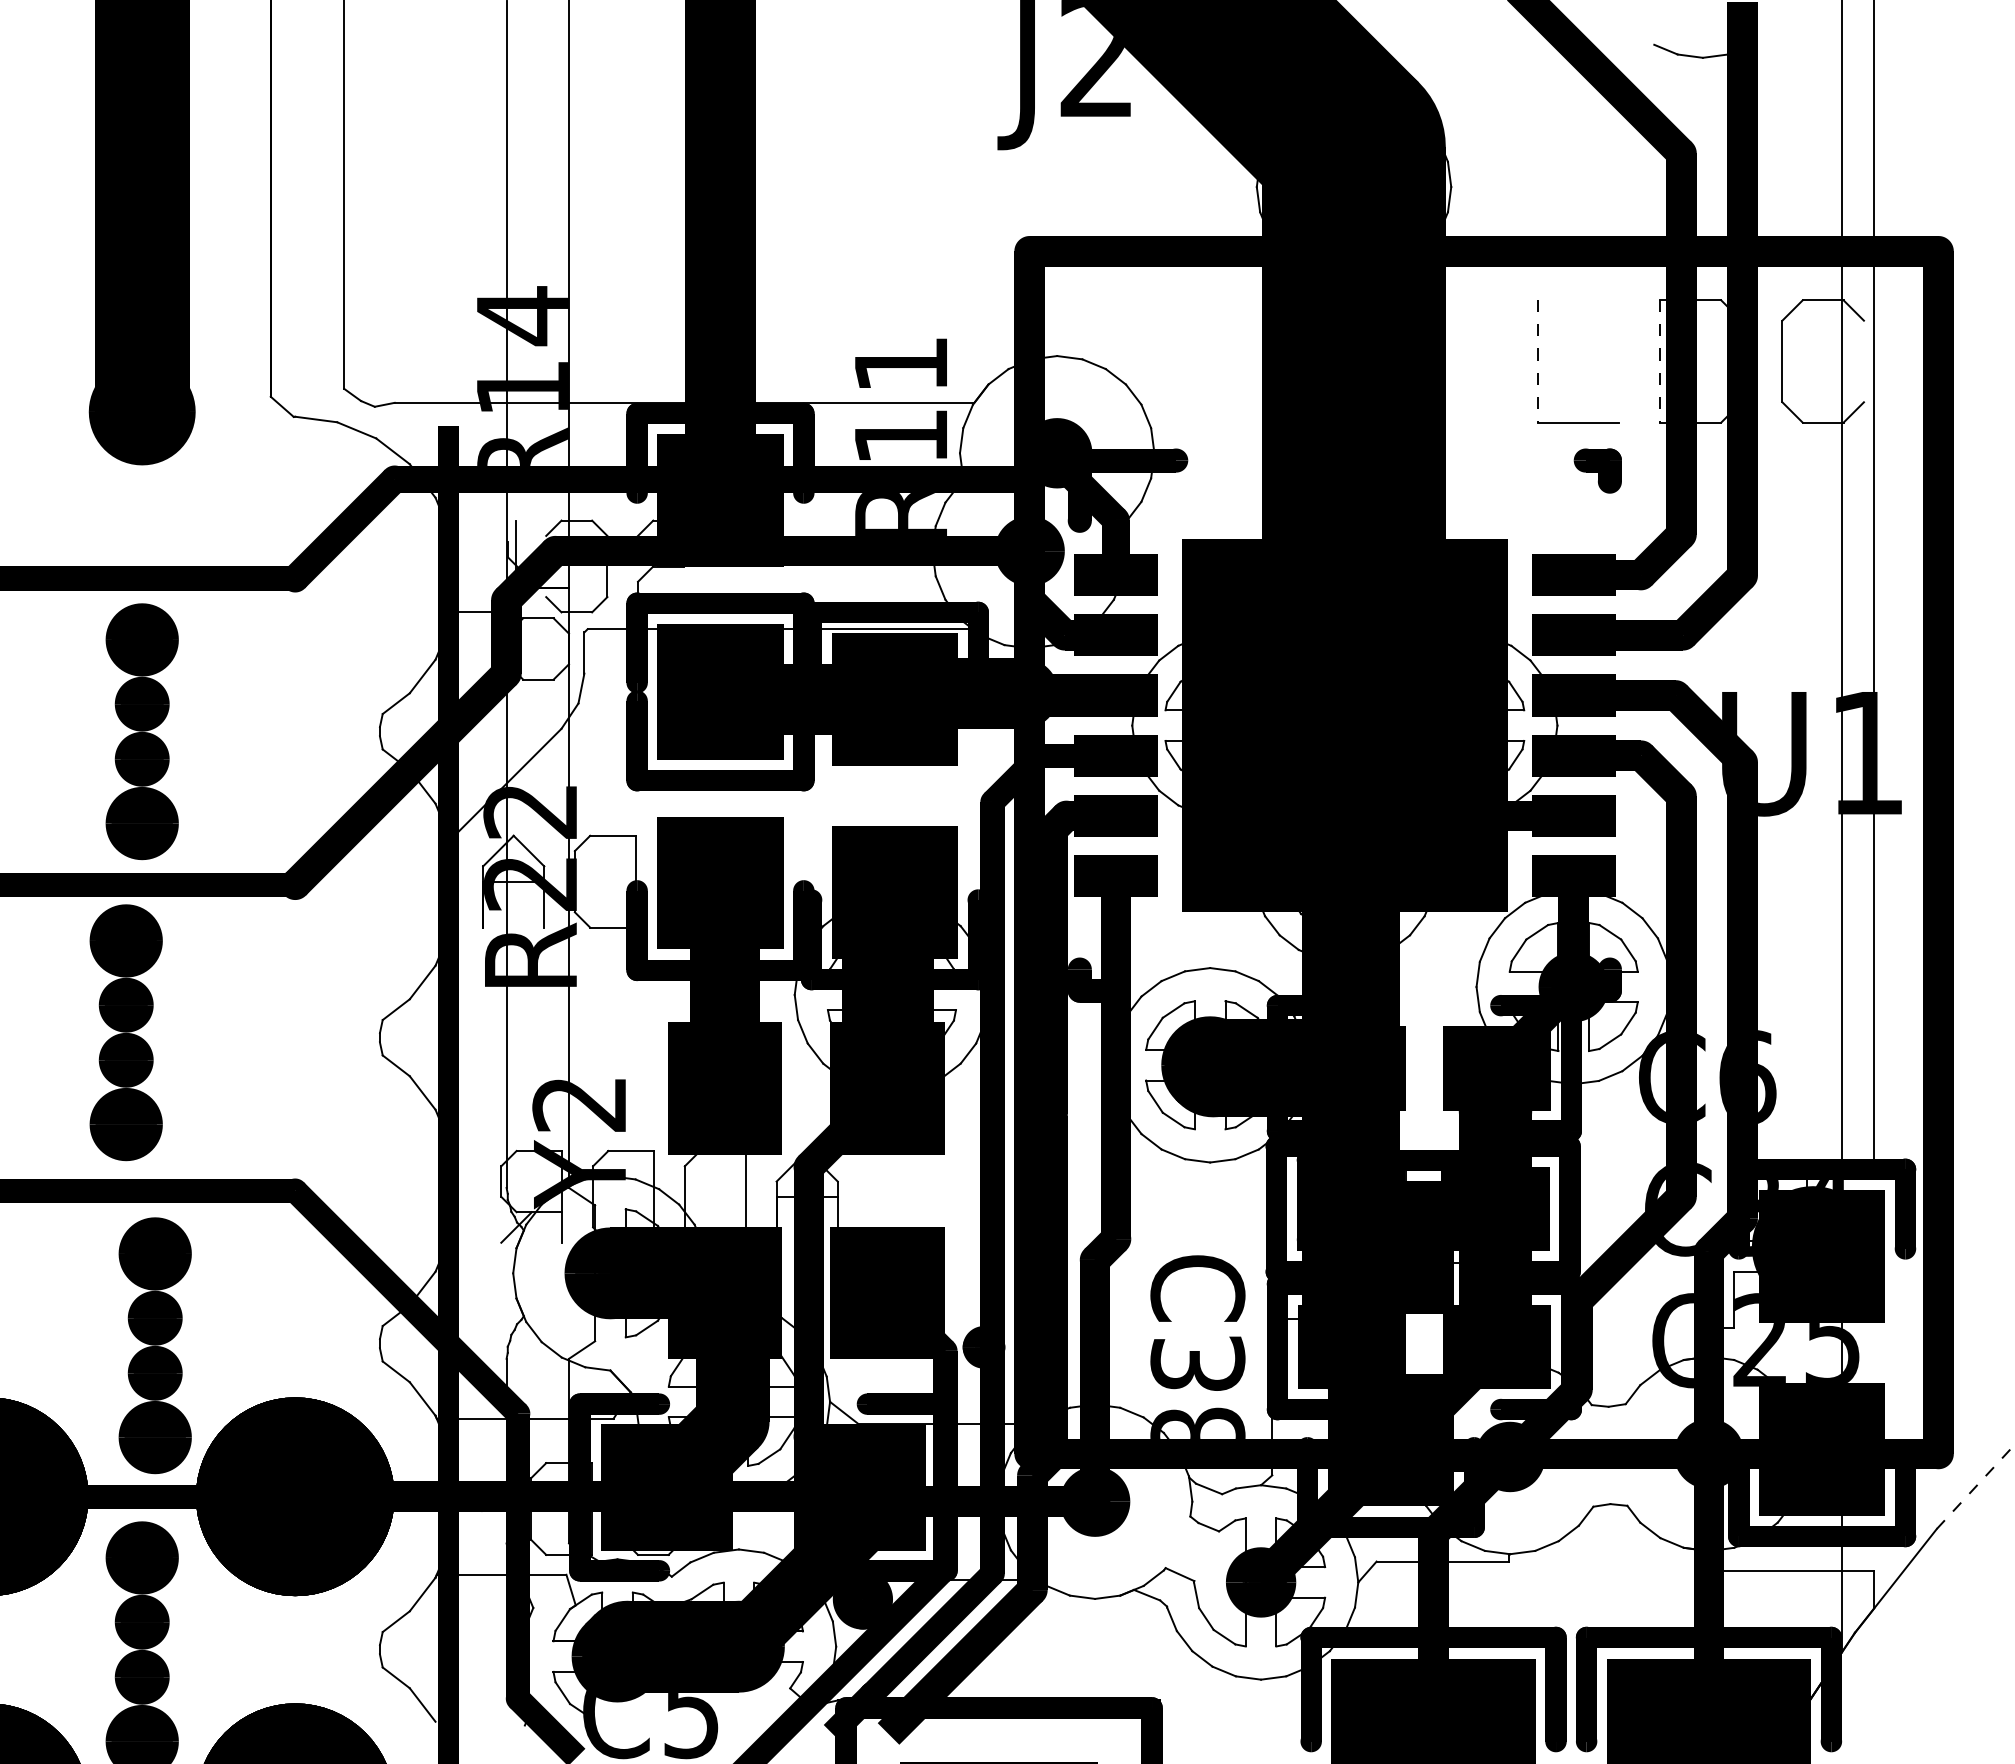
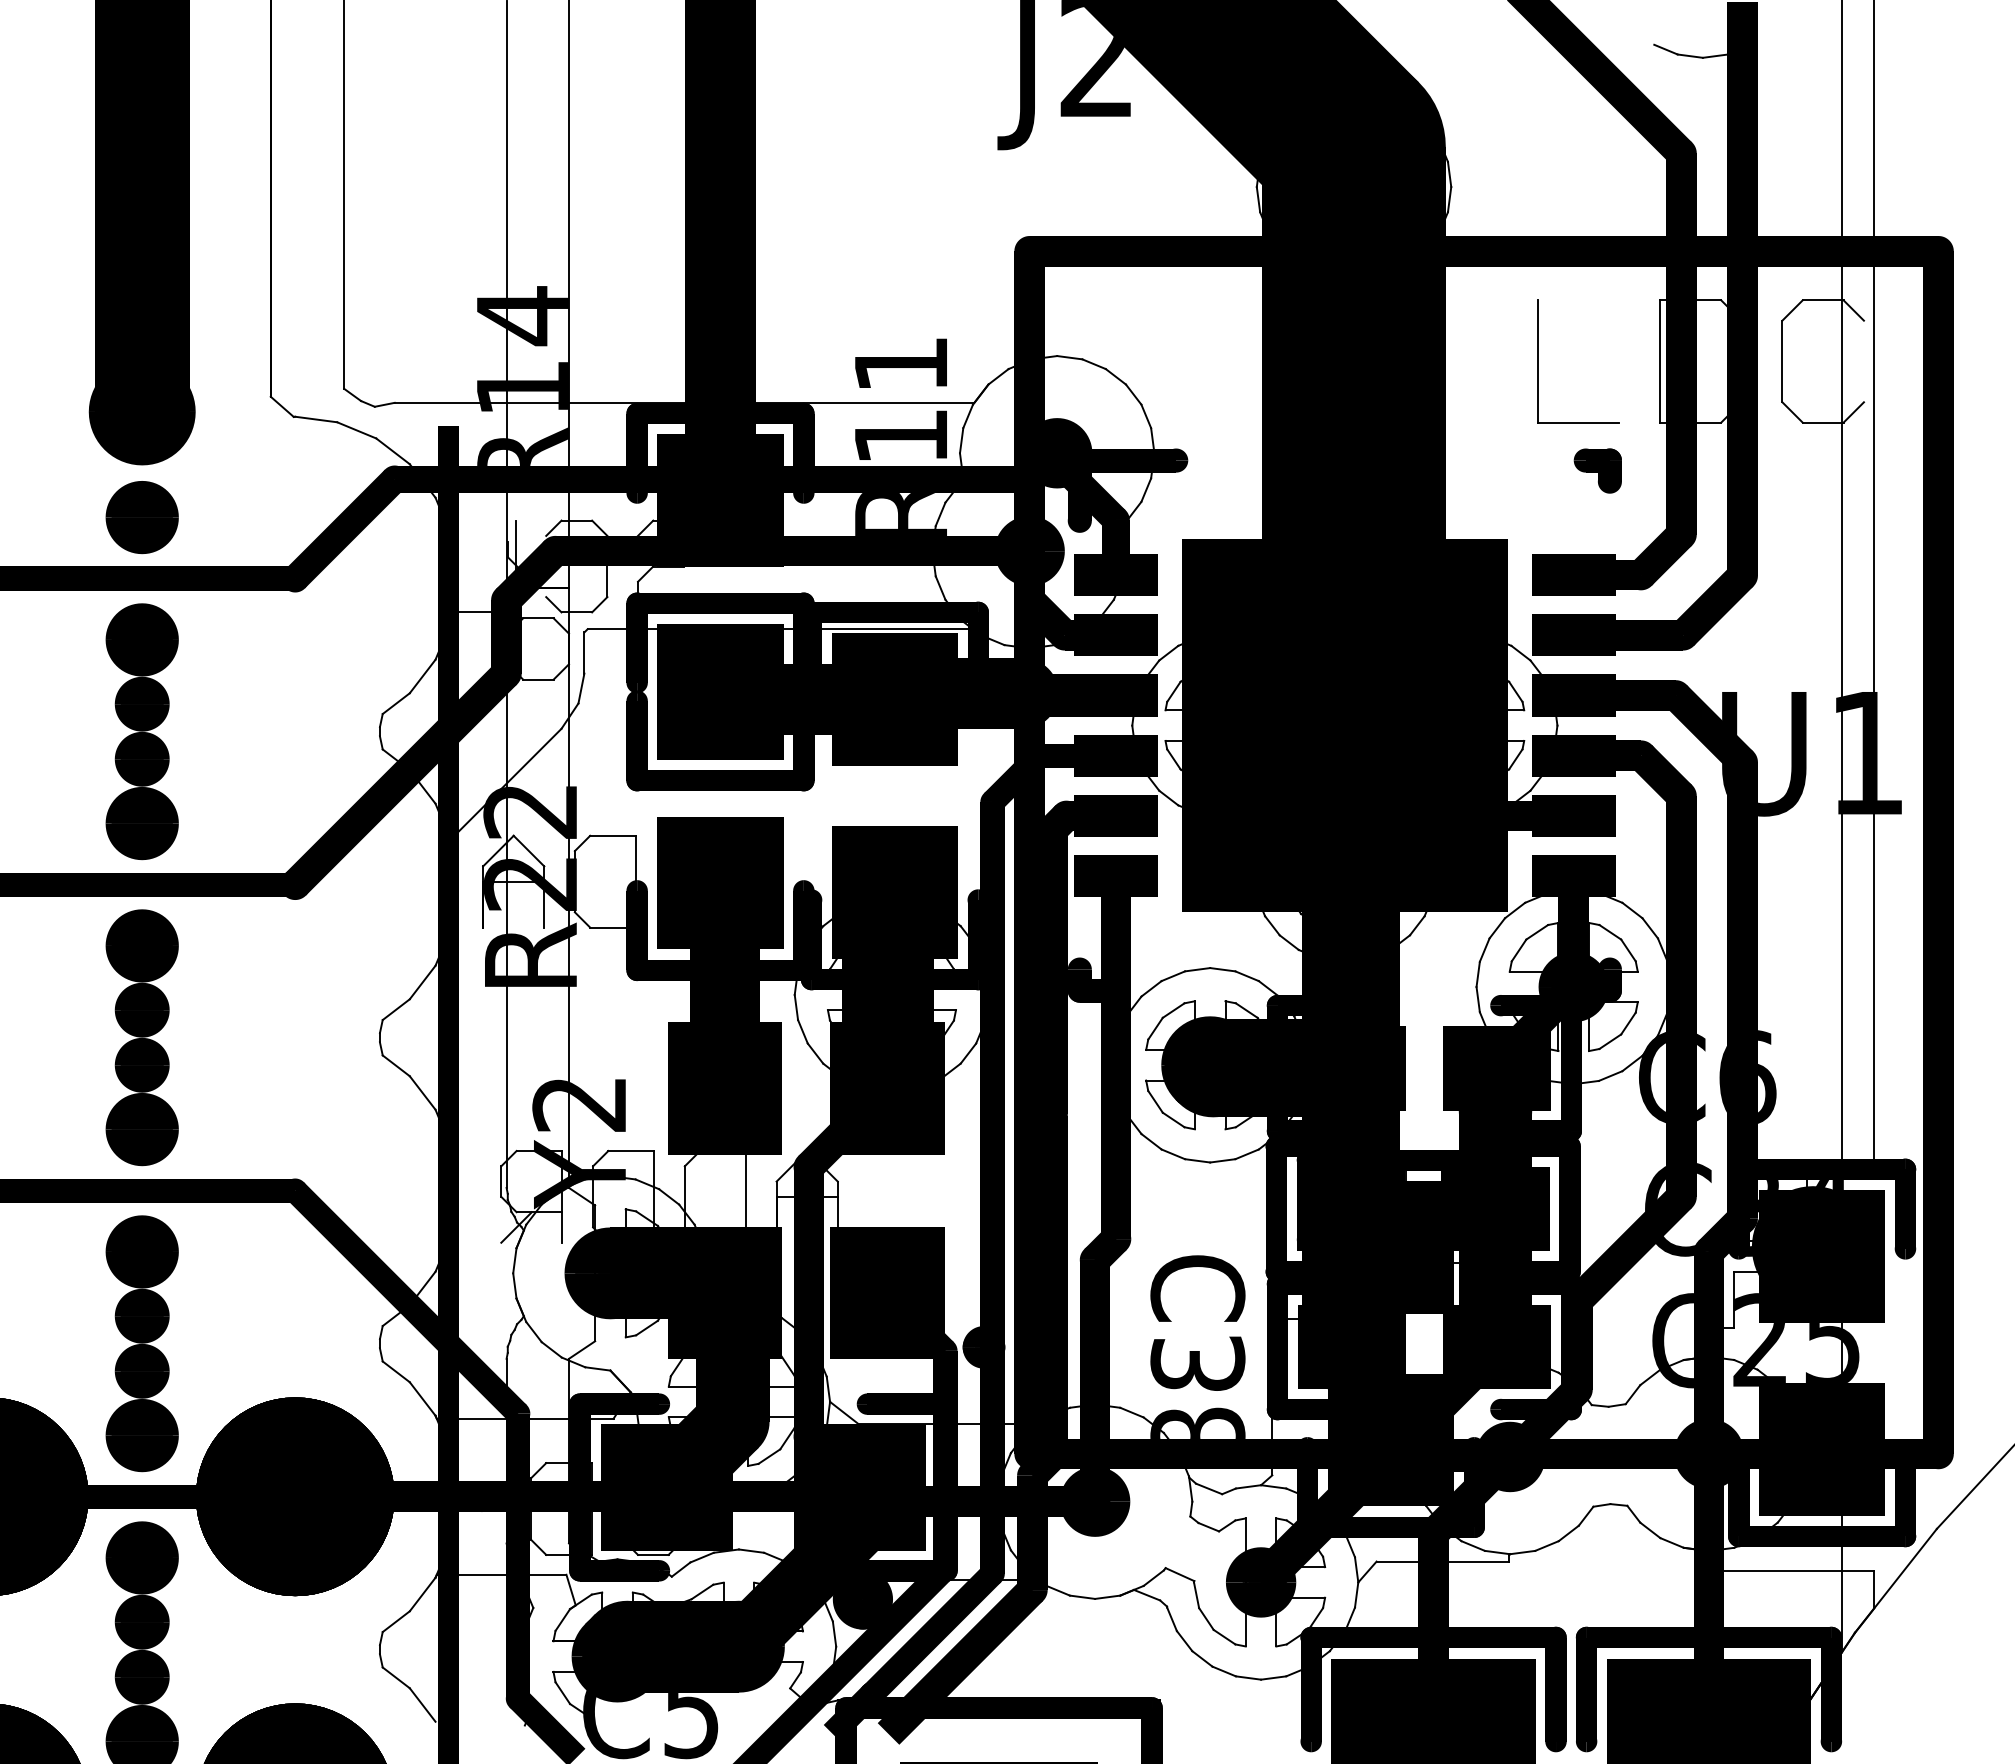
line at (1537, 361): dashed -> solid
line at (1660, 361): dashed -> solid
part at (141, 517): none -> present
part at (125, 1032) position: (125, 1032) -> (141, 1037)
part at (154, 1345) position: (154, 1345) -> (141, 1343)
line at (1975, 1487): dashed -> solid
